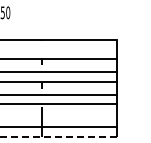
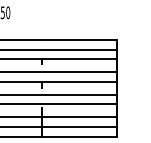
line at (59, 49): none -> present
line at (59, 116): none -> present
line at (58, 136): dashed -> solid
